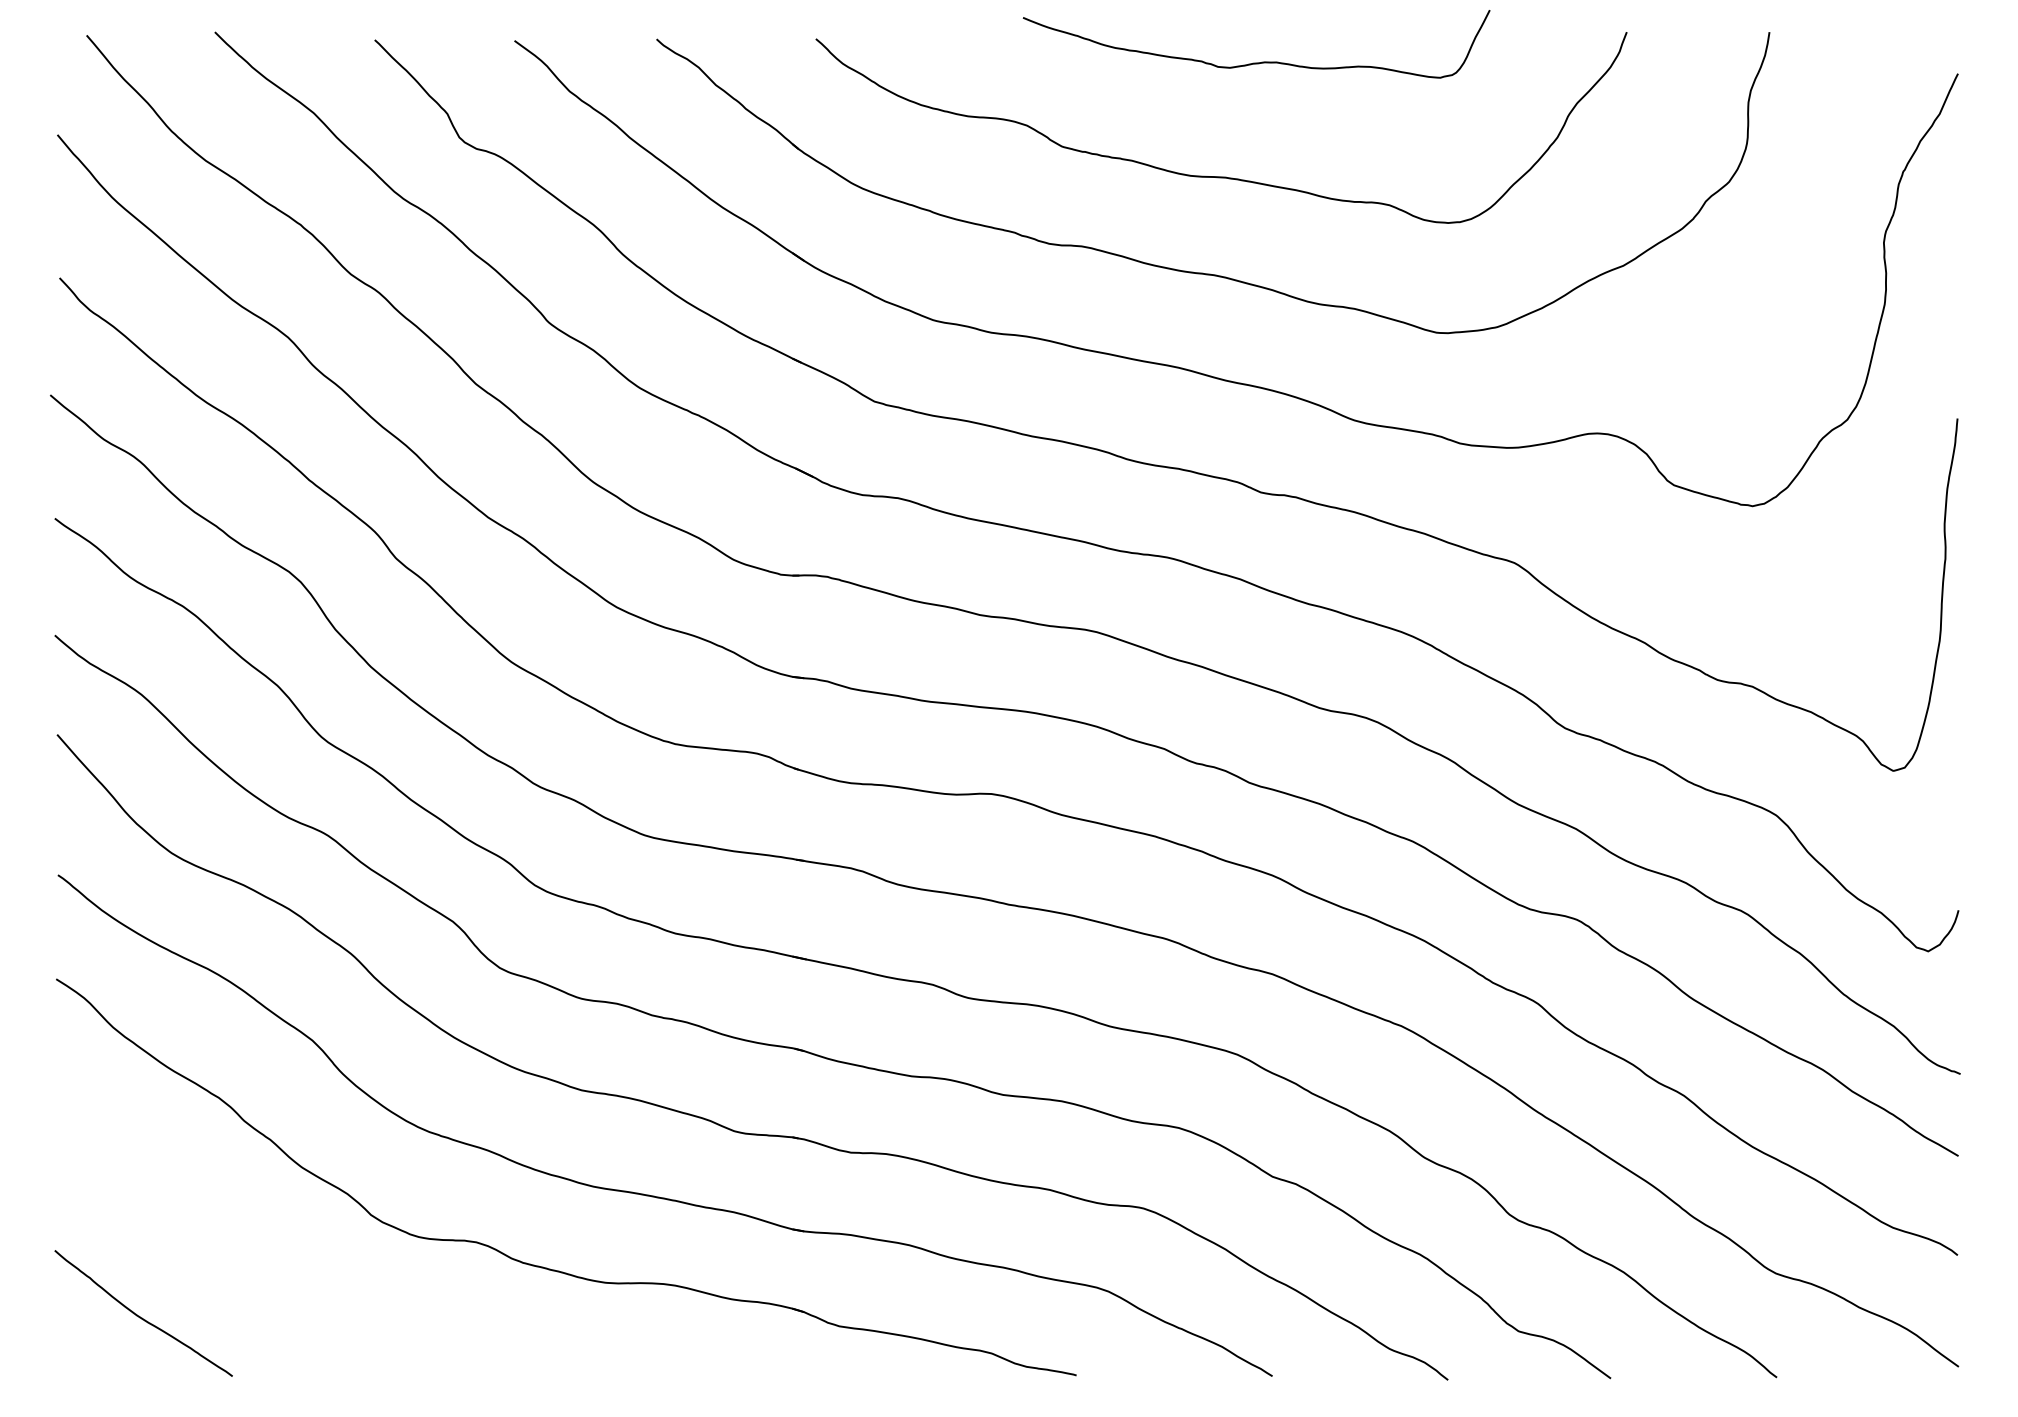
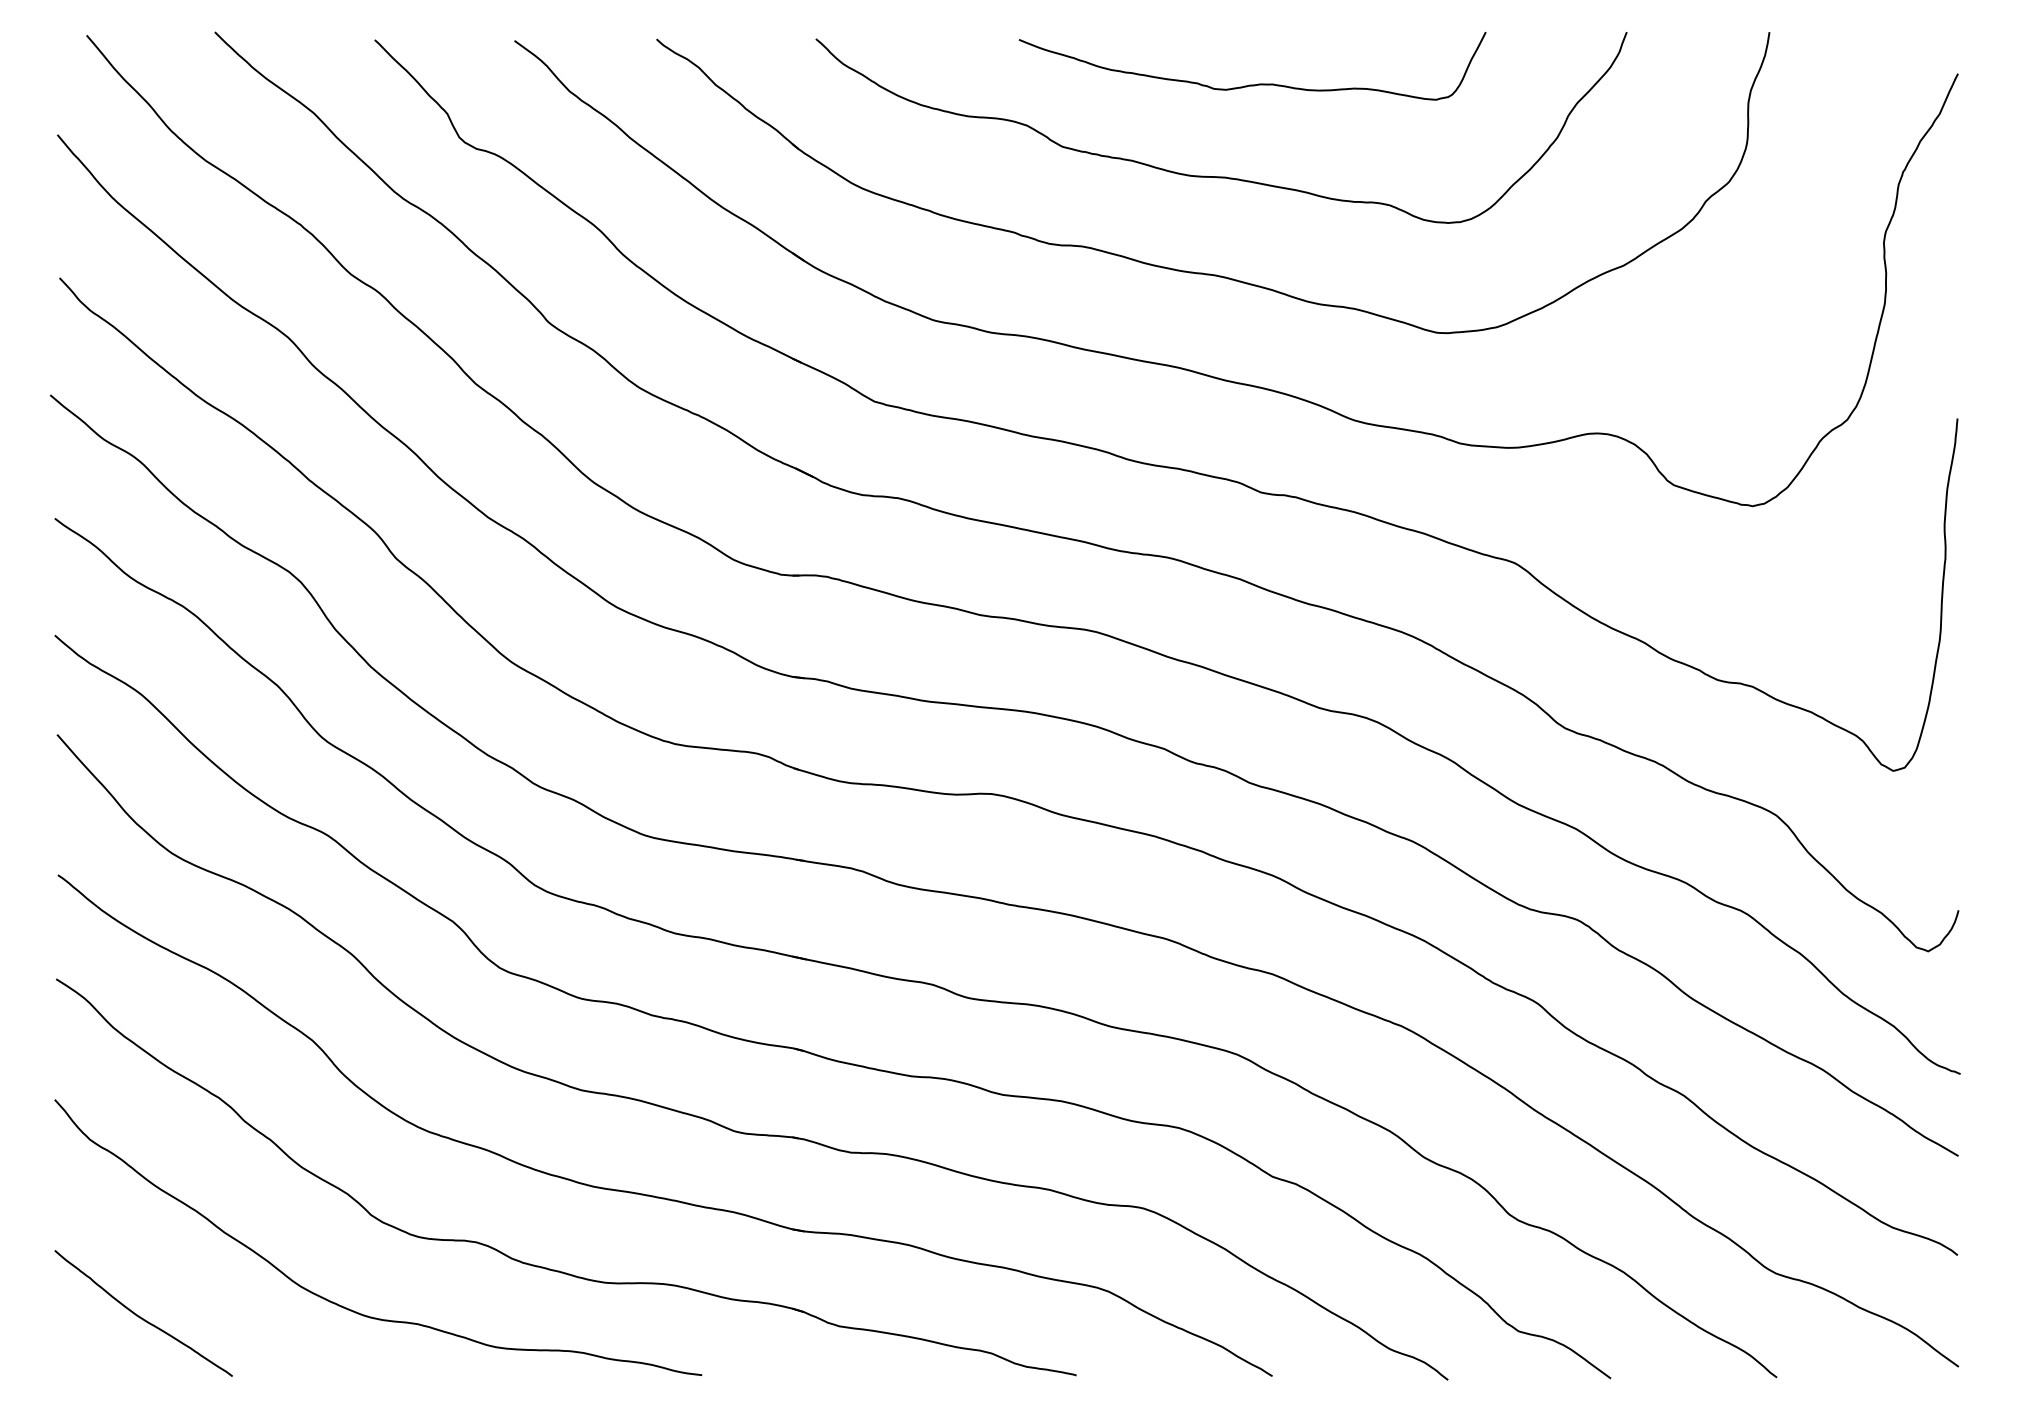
curve at (1256, 62) position: (1256, 62) -> (1252, 84)
curve at (349, 1308): none -> present
